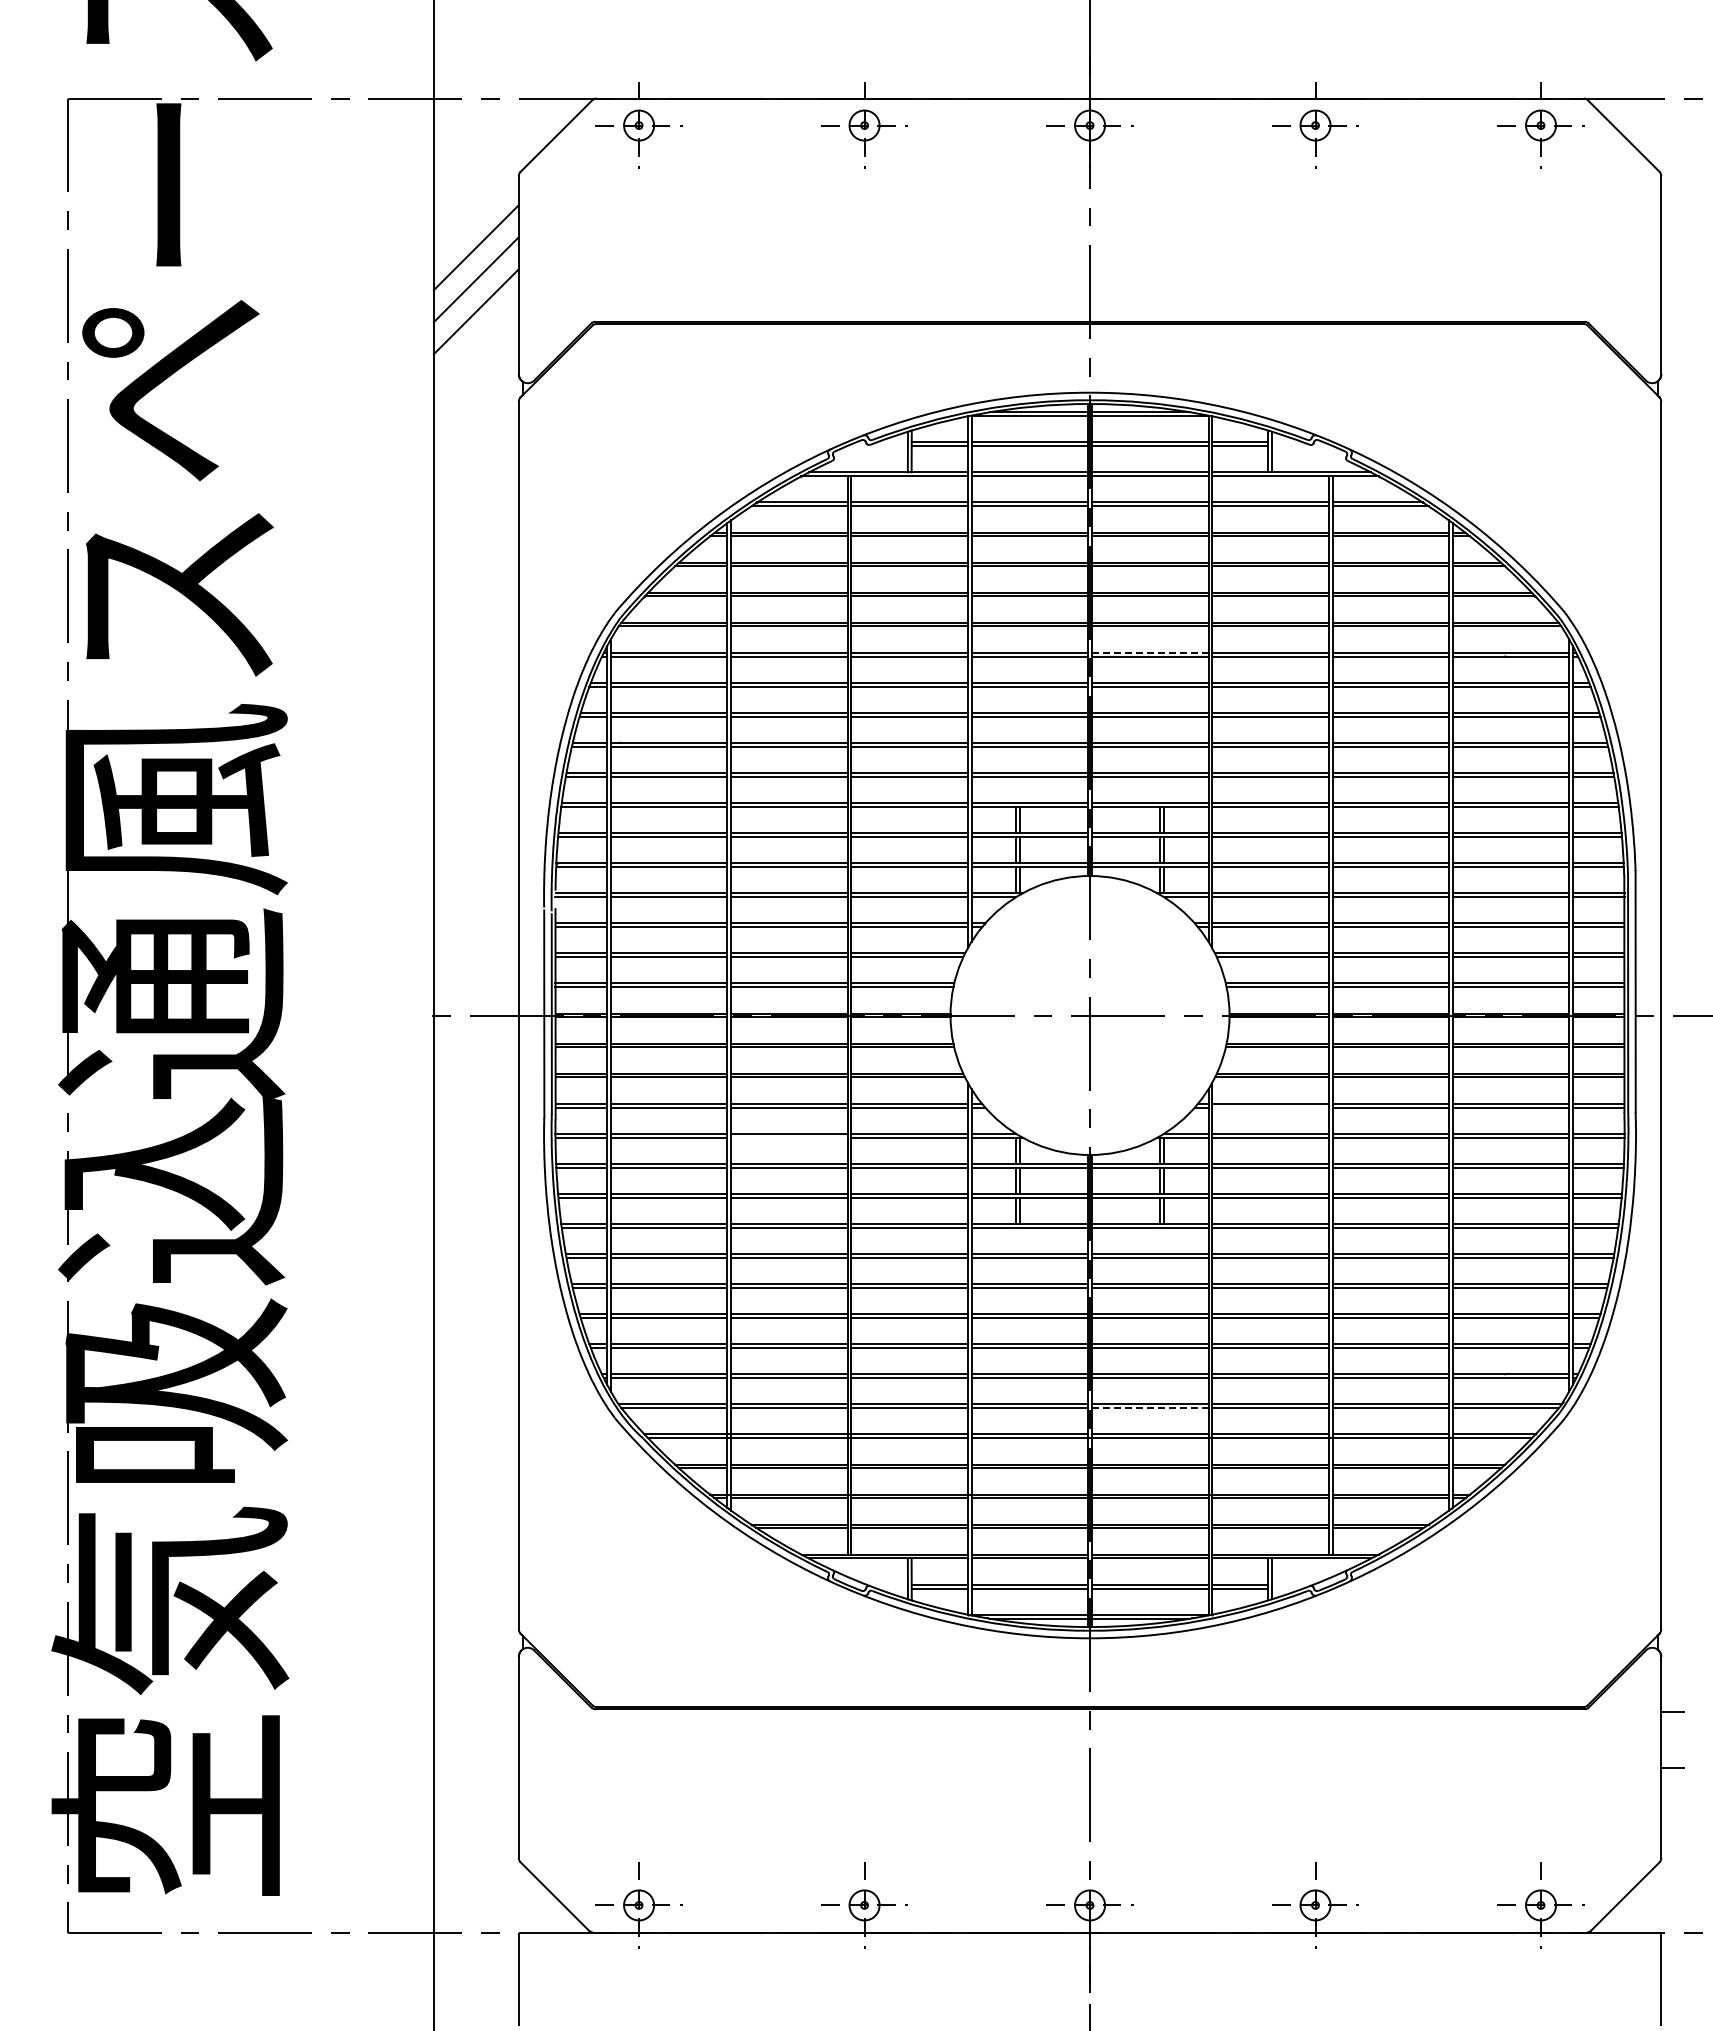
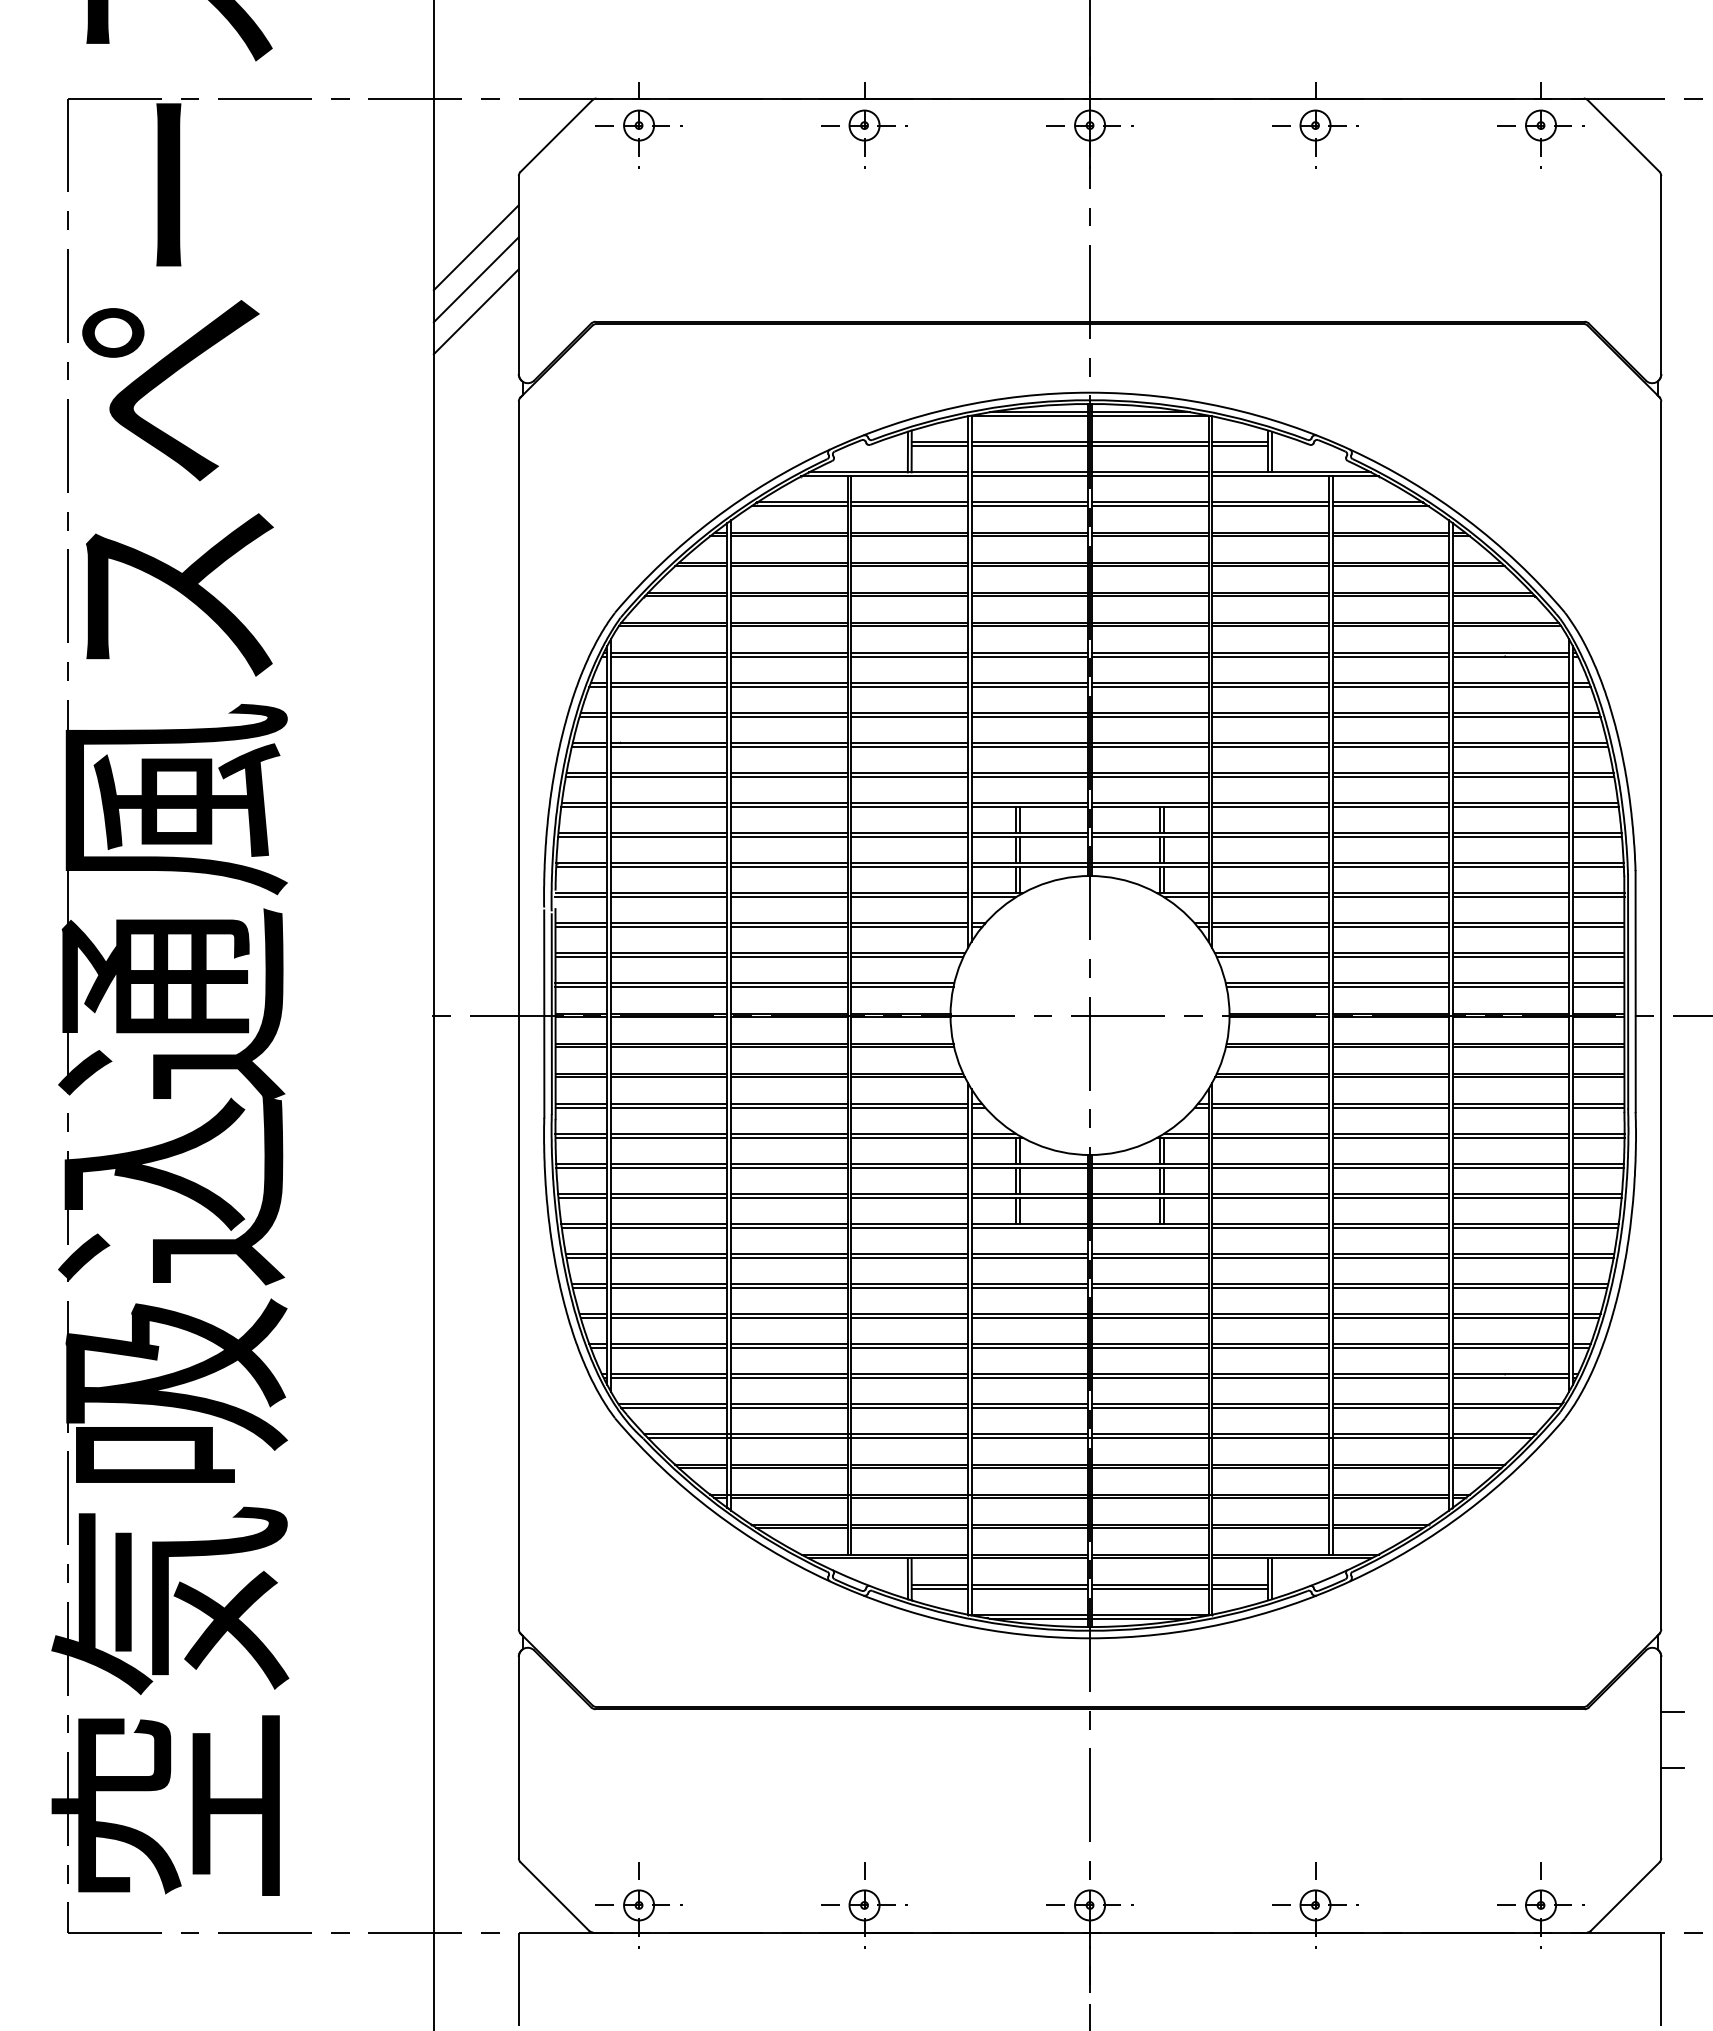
line at (1150, 652): dashed -> solid
line at (1270, 1107): none -> present
line at (789, 1137): none -> present
line at (1150, 1408): dashed -> solid
